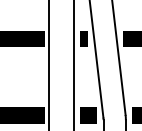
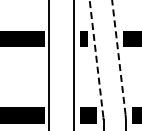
line at (118, 57): solid -> dashed
line at (96, 59): solid -> dashed
